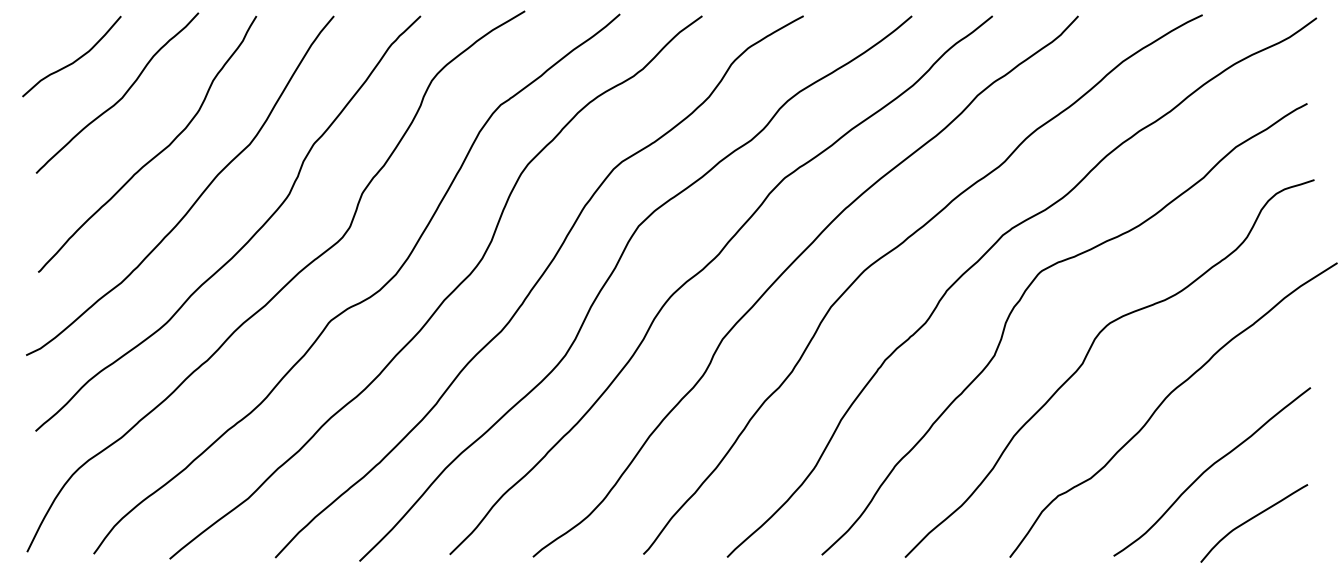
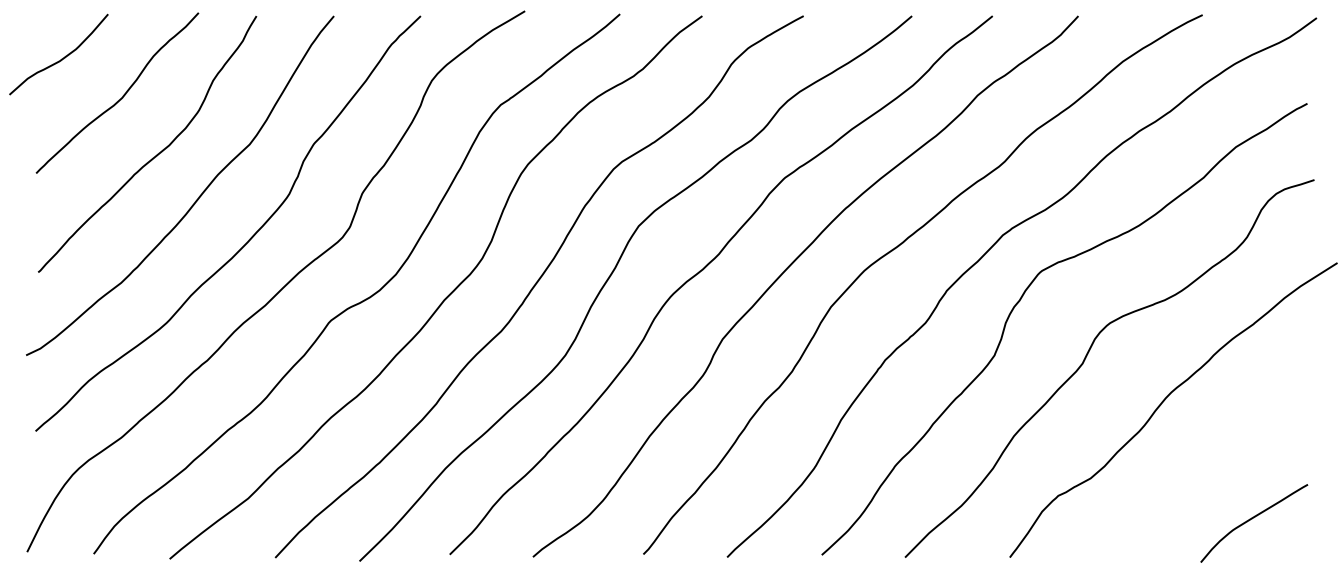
curve at (74, 60) position: (74, 60) -> (61, 58)
curve at (1210, 468): present -> none
